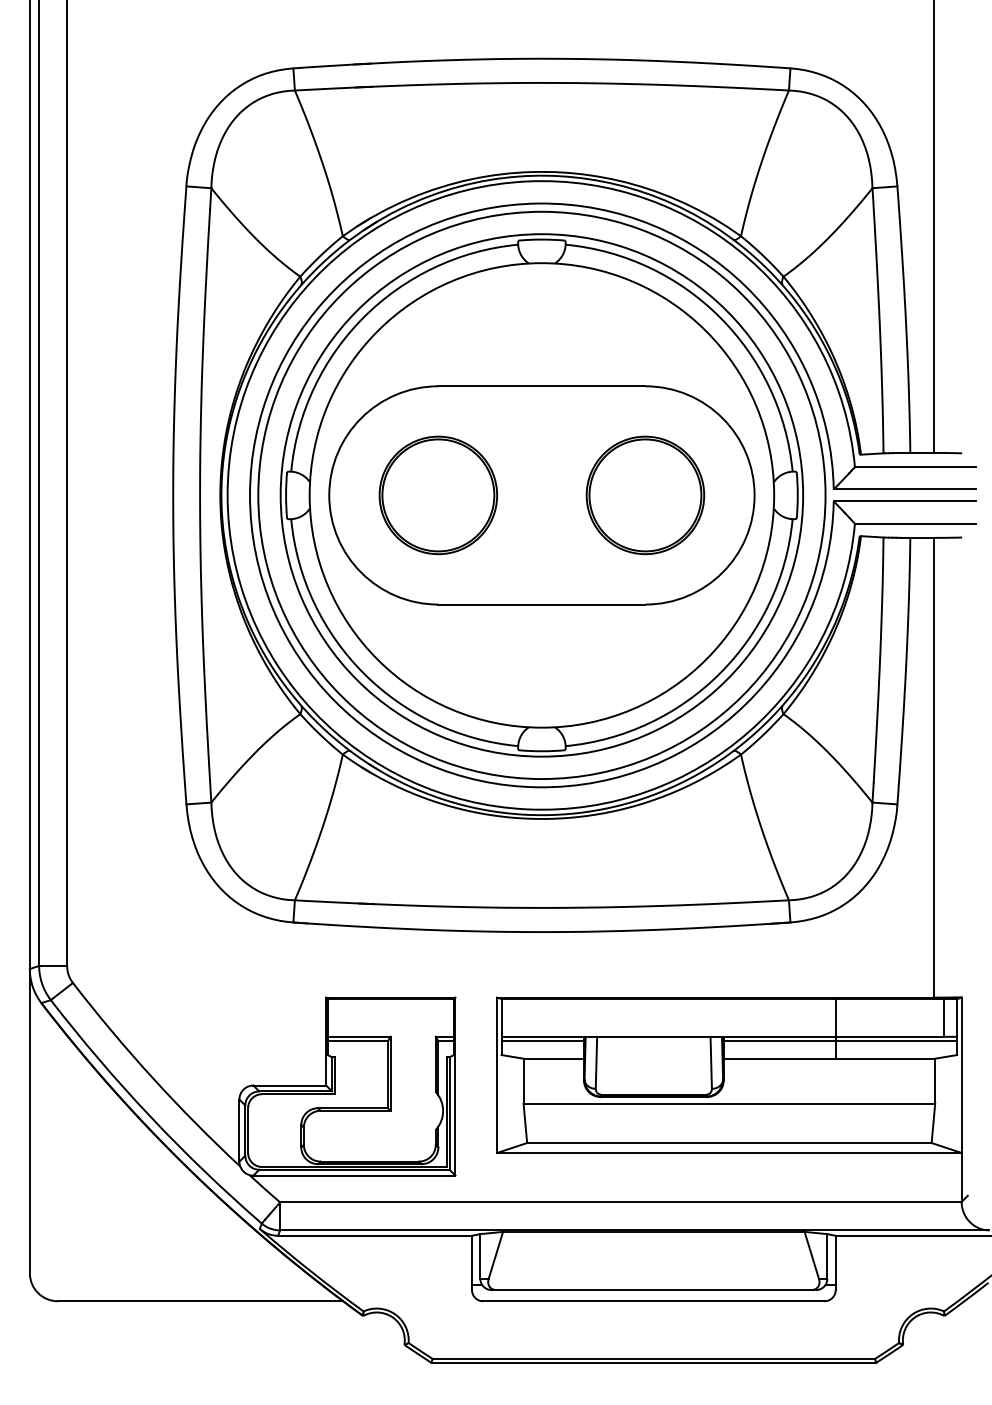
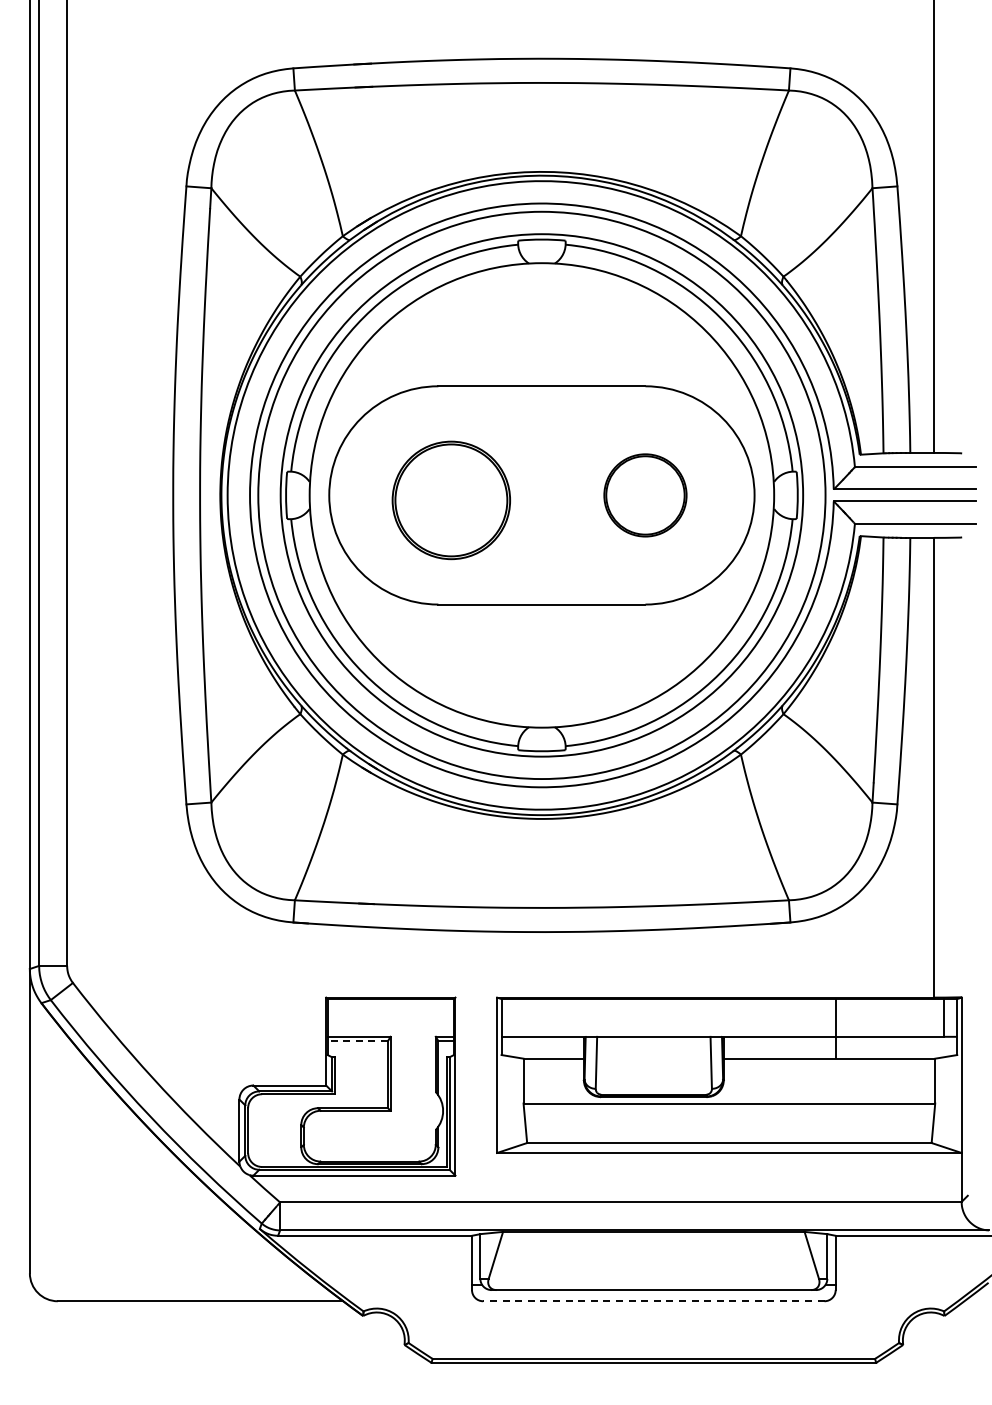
part at (437, 495) position: (437, 495) -> (450, 500)
part at (645, 495) size: 121x121 px -> 85x85 px
line at (357, 1041): solid -> dashed
line at (542, 1041): present -> none
line at (840, 1041): present -> none
line at (653, 1301): solid -> dashed
